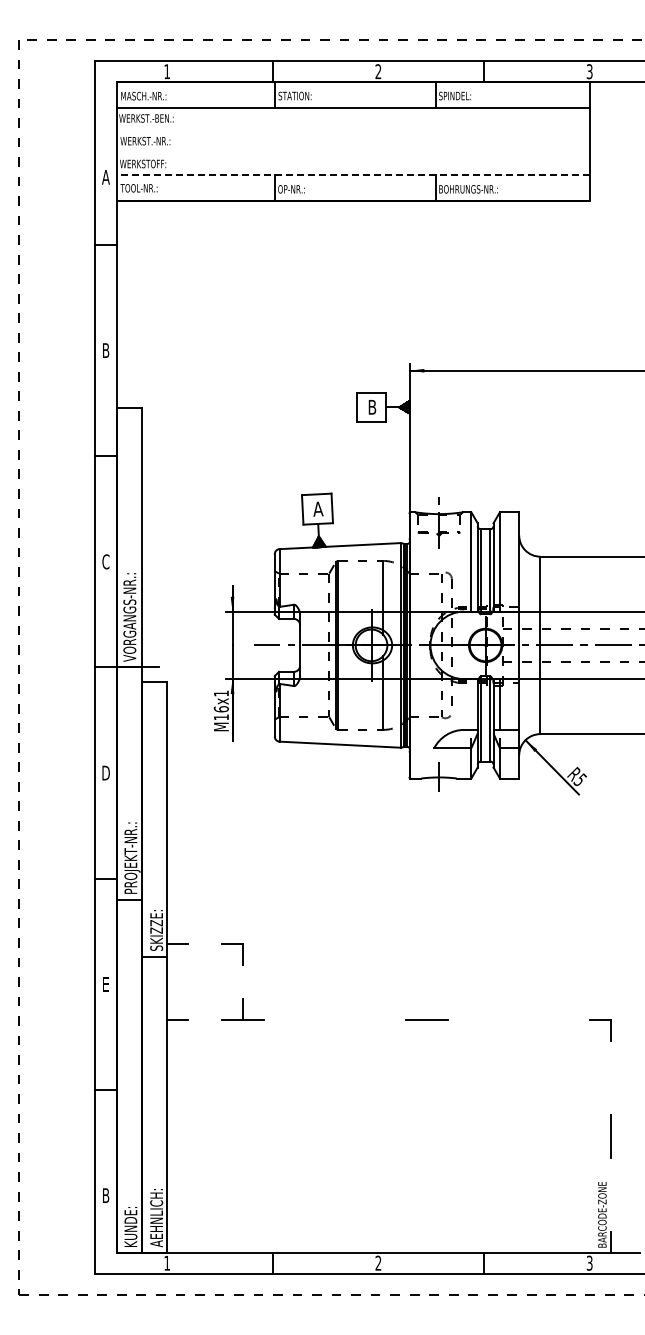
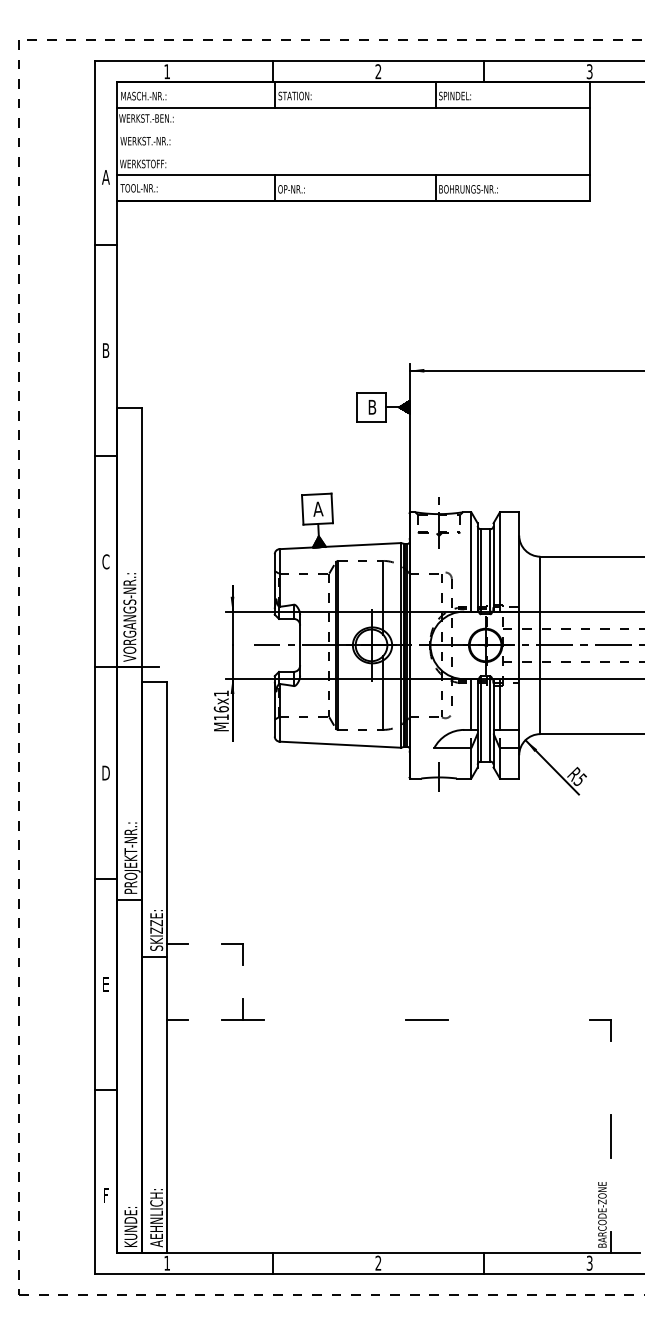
line at (353, 175): dashed -> solid
line at (471, 704): none -> present
text at (106, 1195): B -> F
